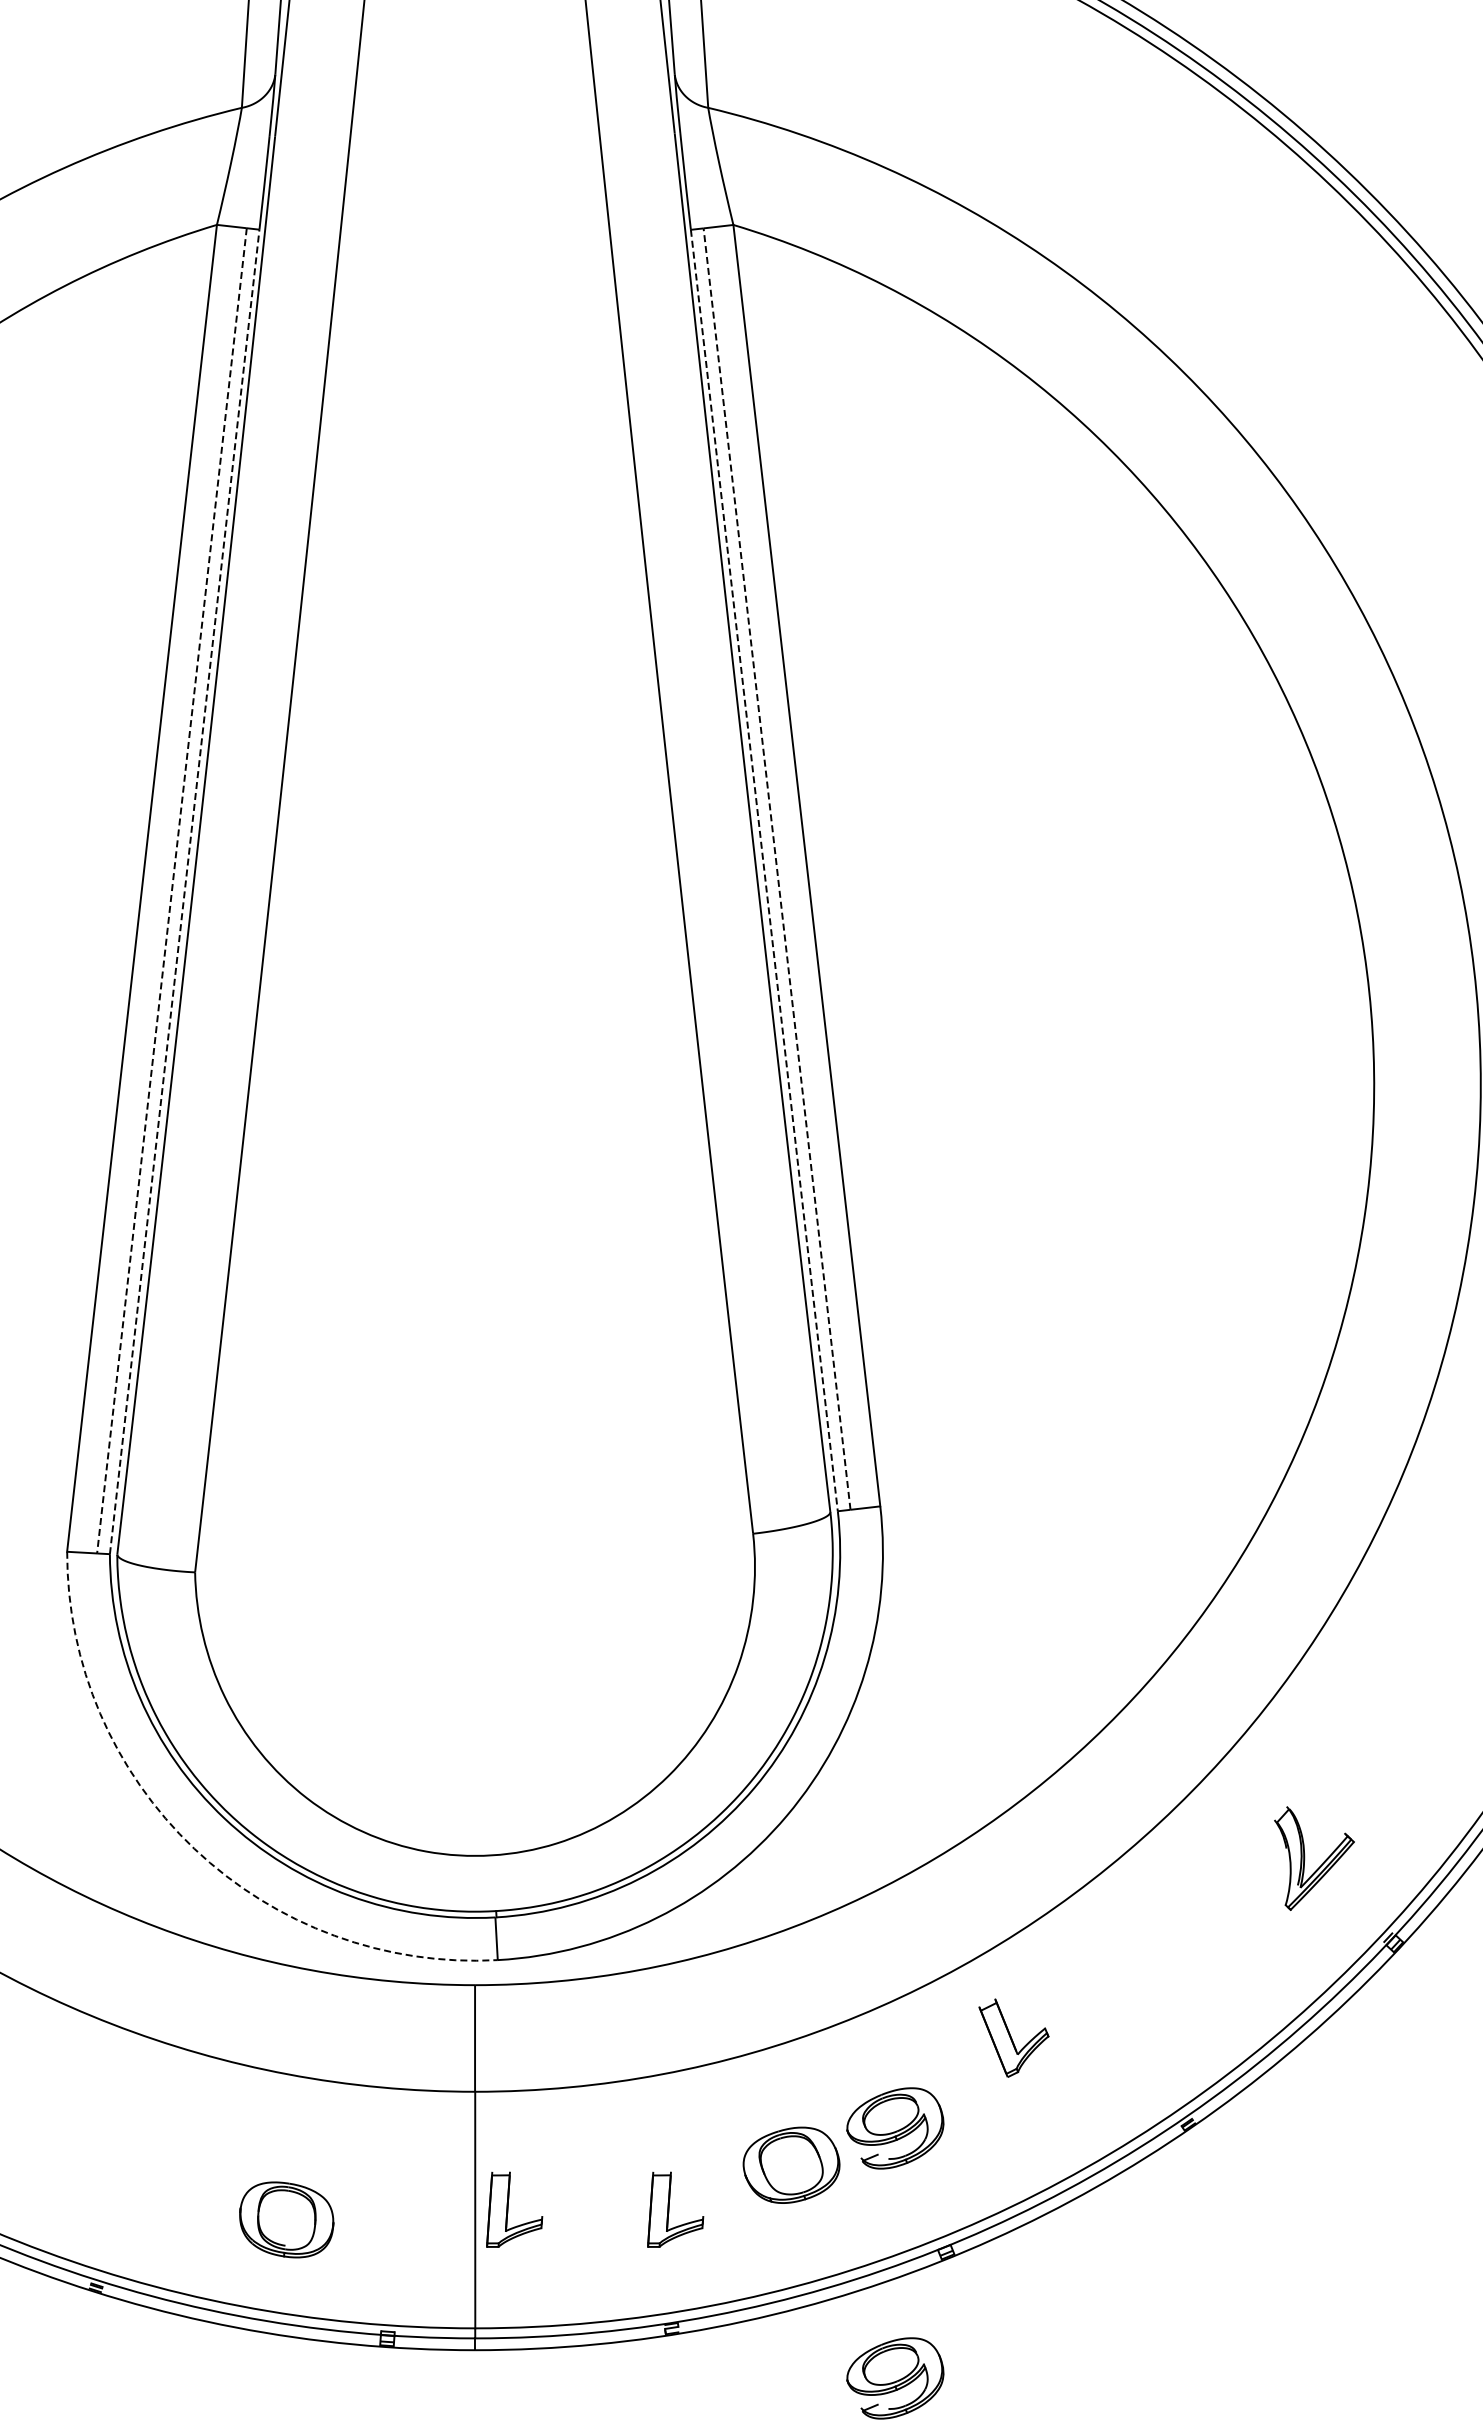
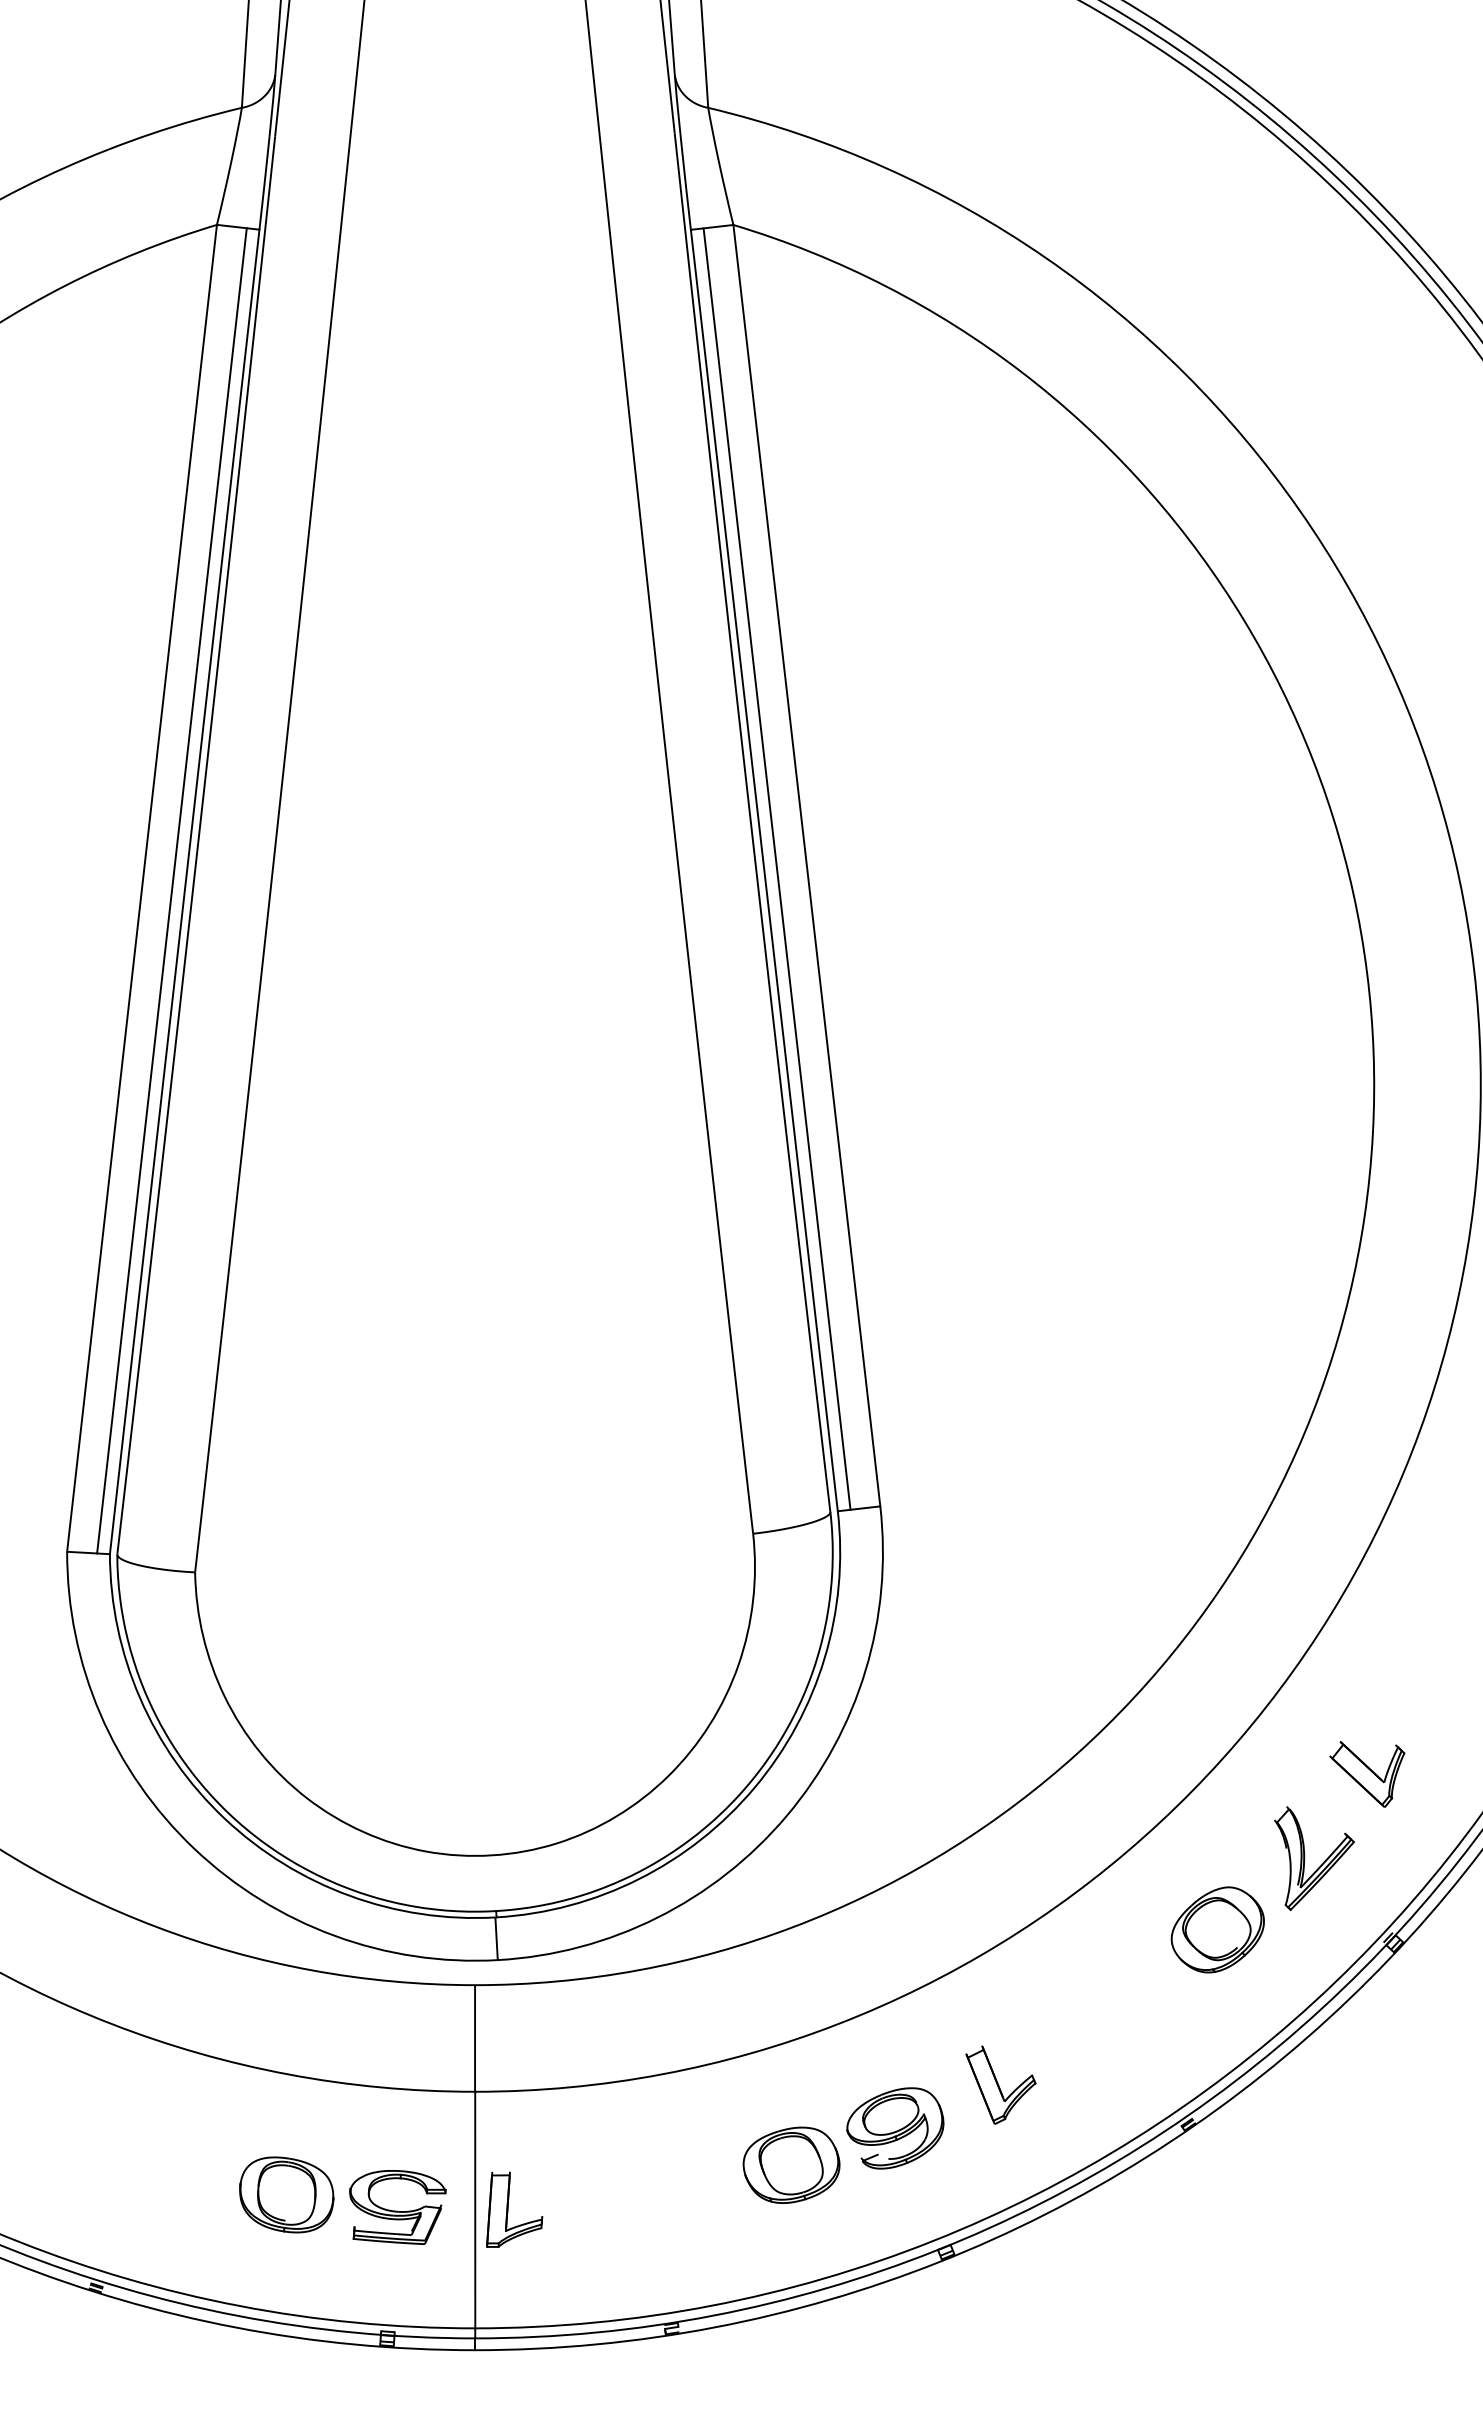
line at (777, 869): dashed -> solid
line at (764, 870): dashed -> solid
line at (171, 890): dashed -> solid
line at (184, 891): dashed -> solid
part at (1367, 1774): none -> present
arc at (194, 1848): dashed -> solid
part at (1217, 1929): none -> present
part at (1013, 2037) position: (1013, 2037) -> (1000, 2084)
part at (397, 2207): none -> present
part at (675, 2209): present -> none
part at (286, 2219) position: (286, 2219) -> (286, 2194)
part at (895, 2378): present -> none
